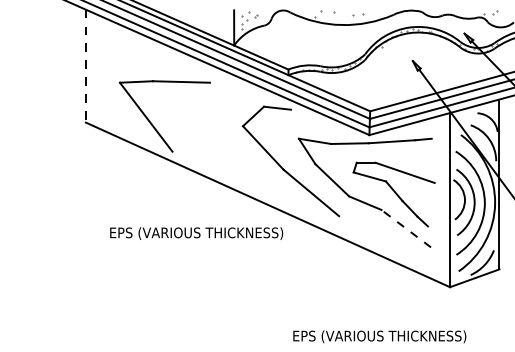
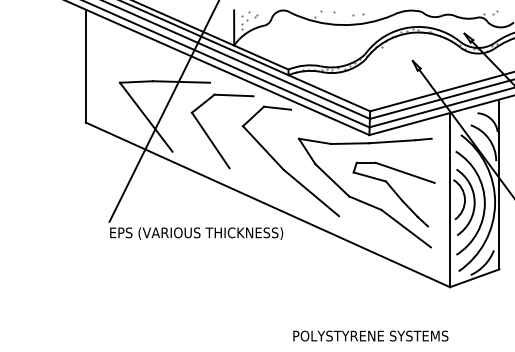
line at (85, 66): dashed -> solid
line at (163, 111): none -> present
part at (211, 139): none -> present
line at (405, 228): dashed -> solid
text at (380, 336): EPS (VARIOUS THICKNESS) -> POLYSTYRENE SYSTEMS
